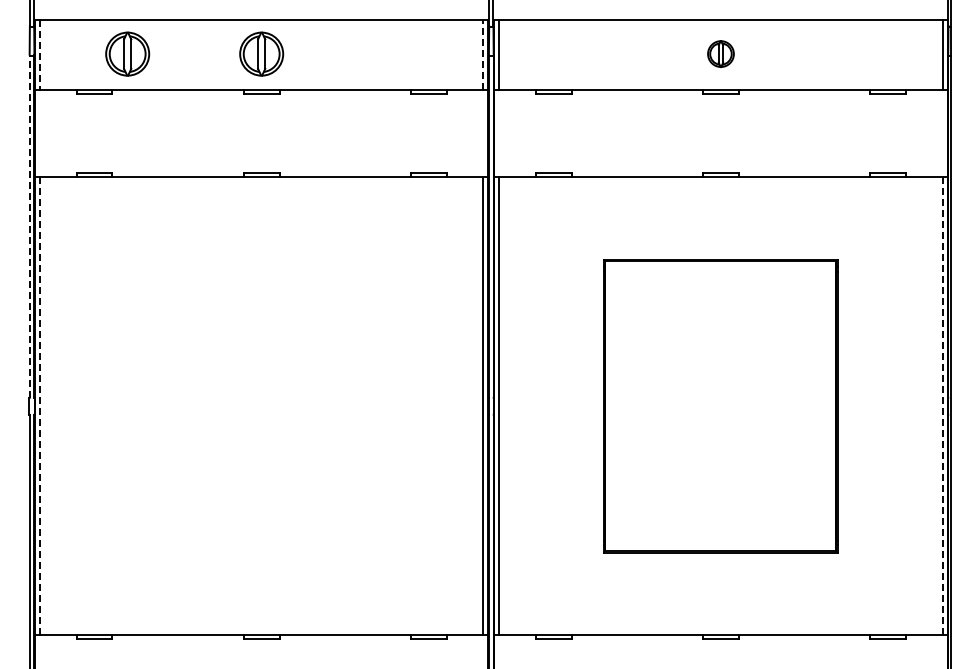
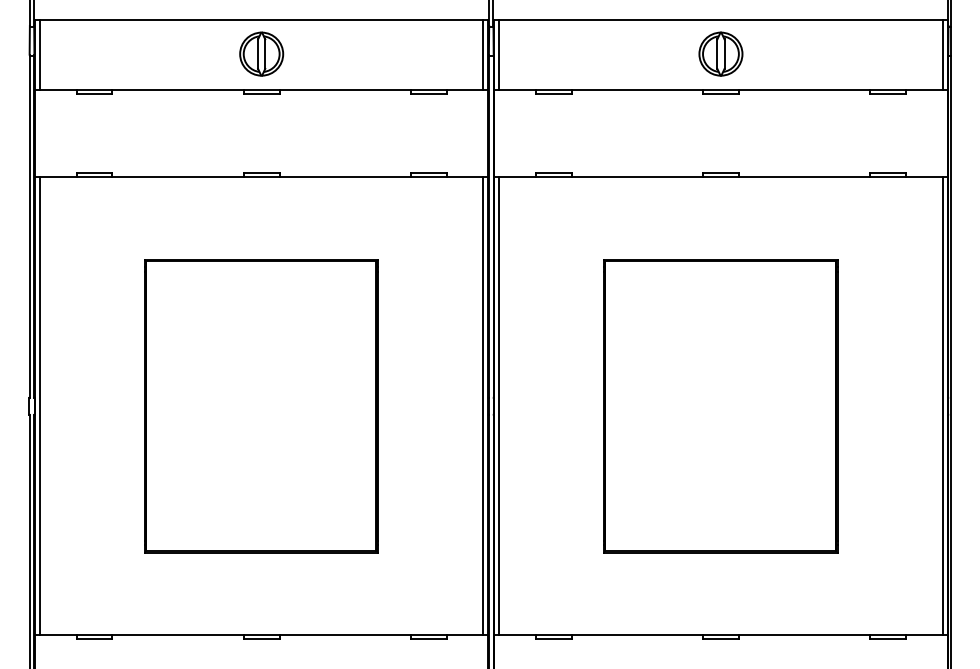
part at (127, 53): present -> none
part at (720, 53) size: 28x28 px -> 46x46 px
line at (40, 55): dashed -> solid
line at (483, 55): dashed -> solid
line at (29, 226): dashed -> solid
line at (942, 405): dashed -> solid
line at (40, 406): dashed -> solid
part at (261, 406): none -> present
